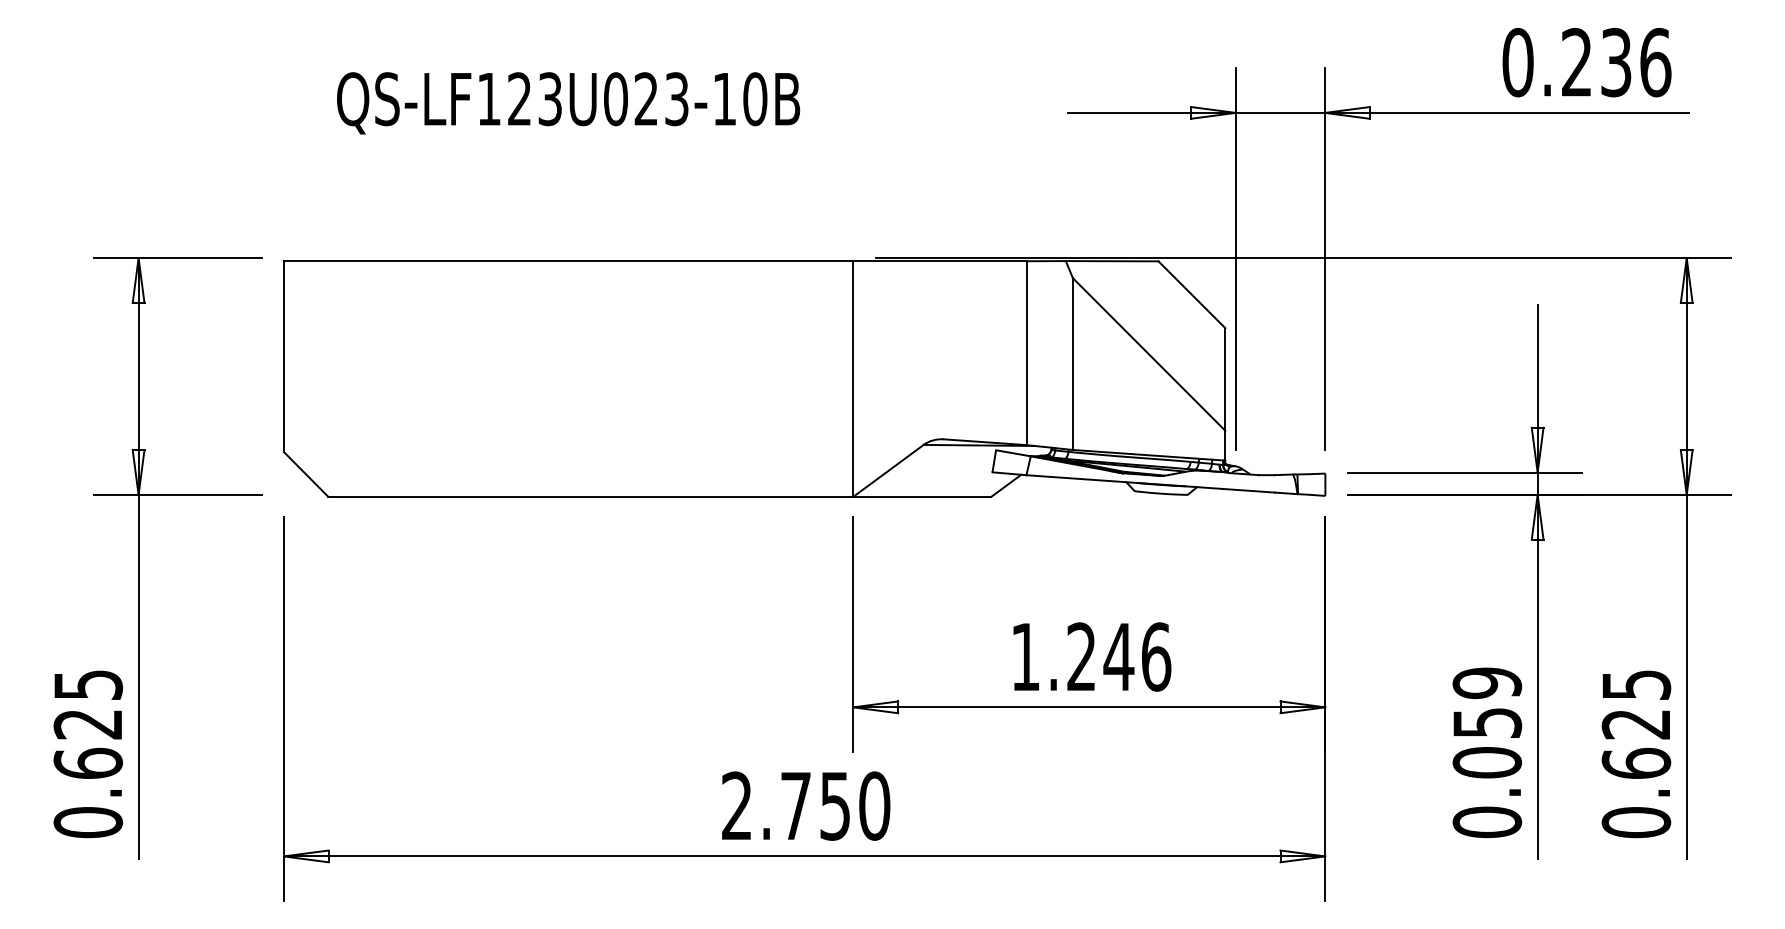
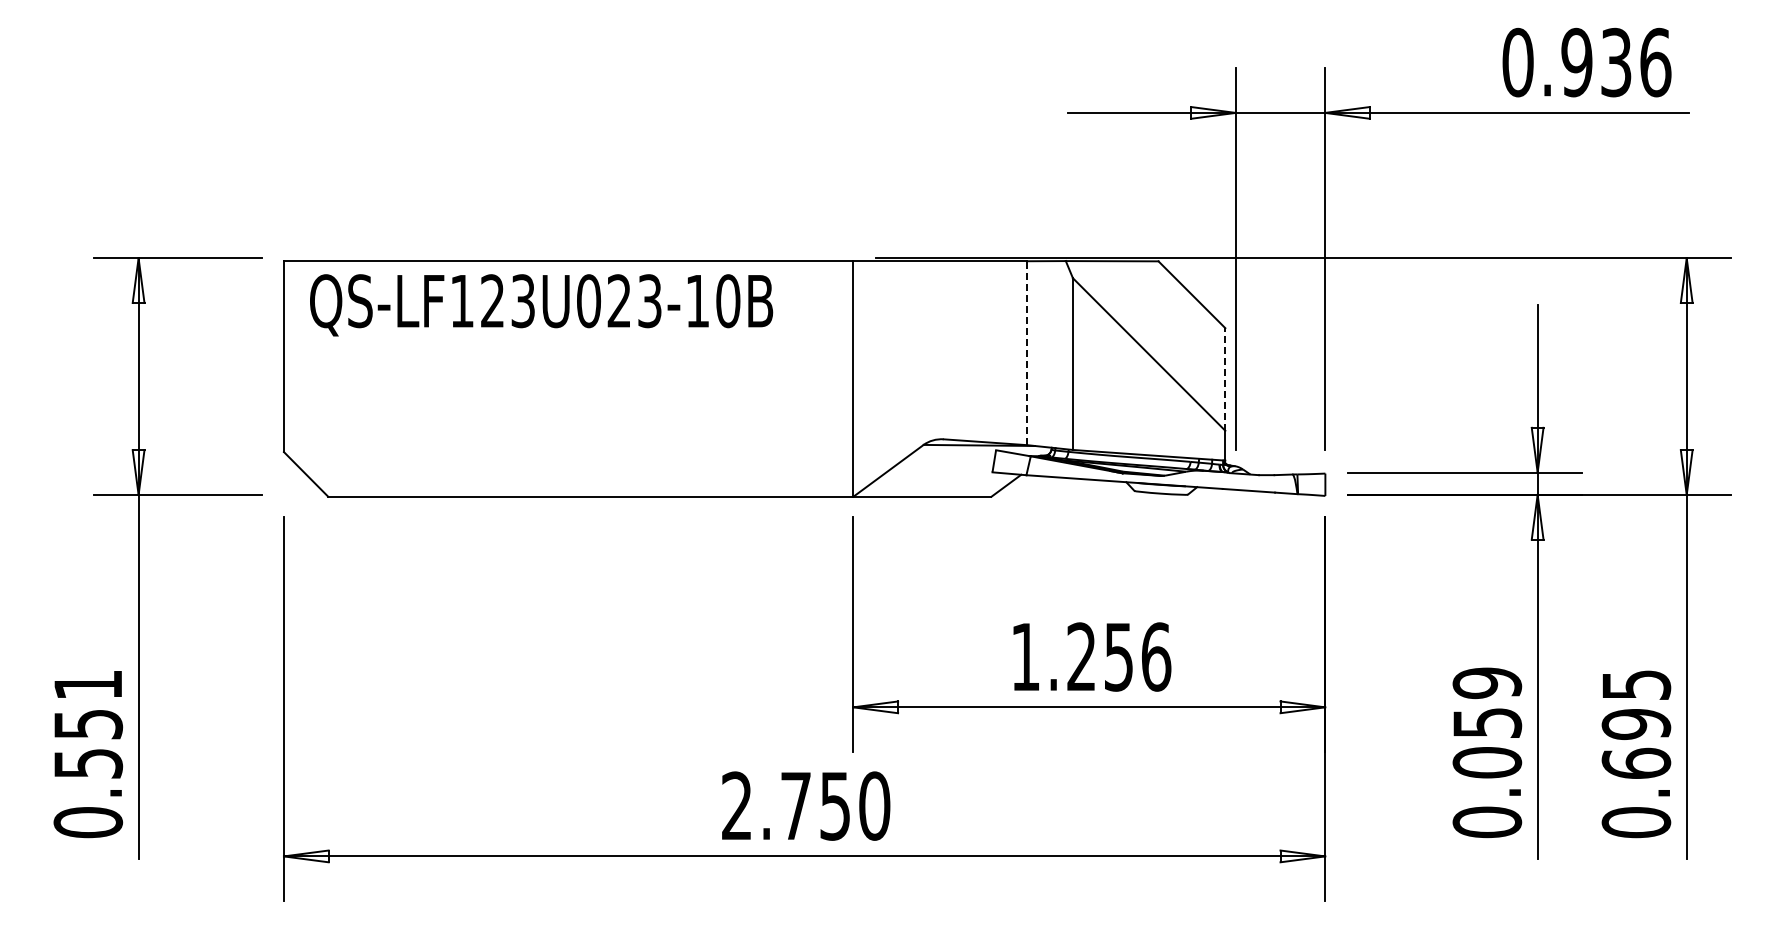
text at (1576, 62): 0.236 -> 0.936
text at (568, 103) position: (568, 103) -> (541, 305)
line at (1027, 353): solid -> dashed
line at (1225, 378): solid -> dashed
text at (1118, 657): 1.246 -> 1.256
text at (88, 724): 0.625 -> 0.551
text at (1636, 724): 0.625 -> 0.695
